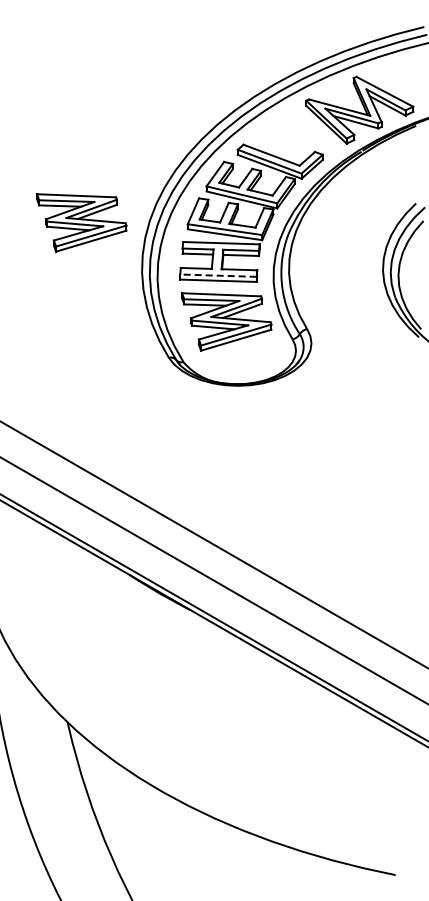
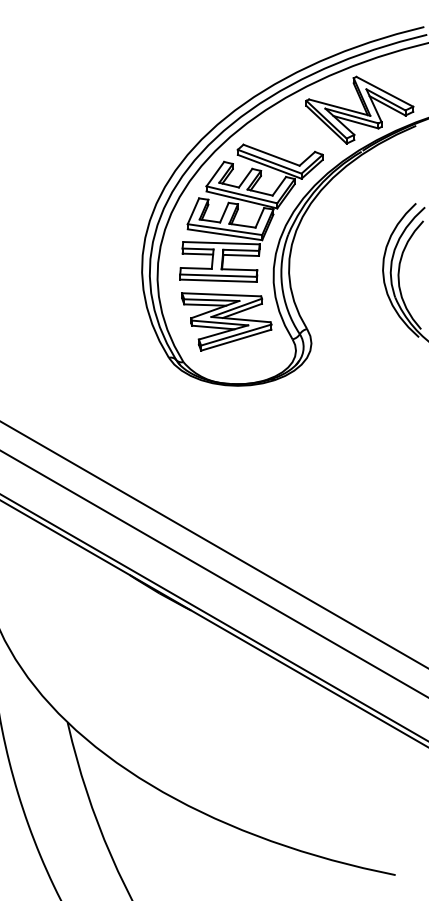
part at (81, 222): present -> none
line at (217, 275): dashed -> solid
line at (213, 580) position: (213, 580) -> (213, 573)
